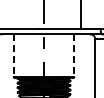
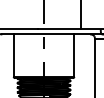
line at (13, 56): dashed -> solid
line at (74, 56): dashed -> solid
